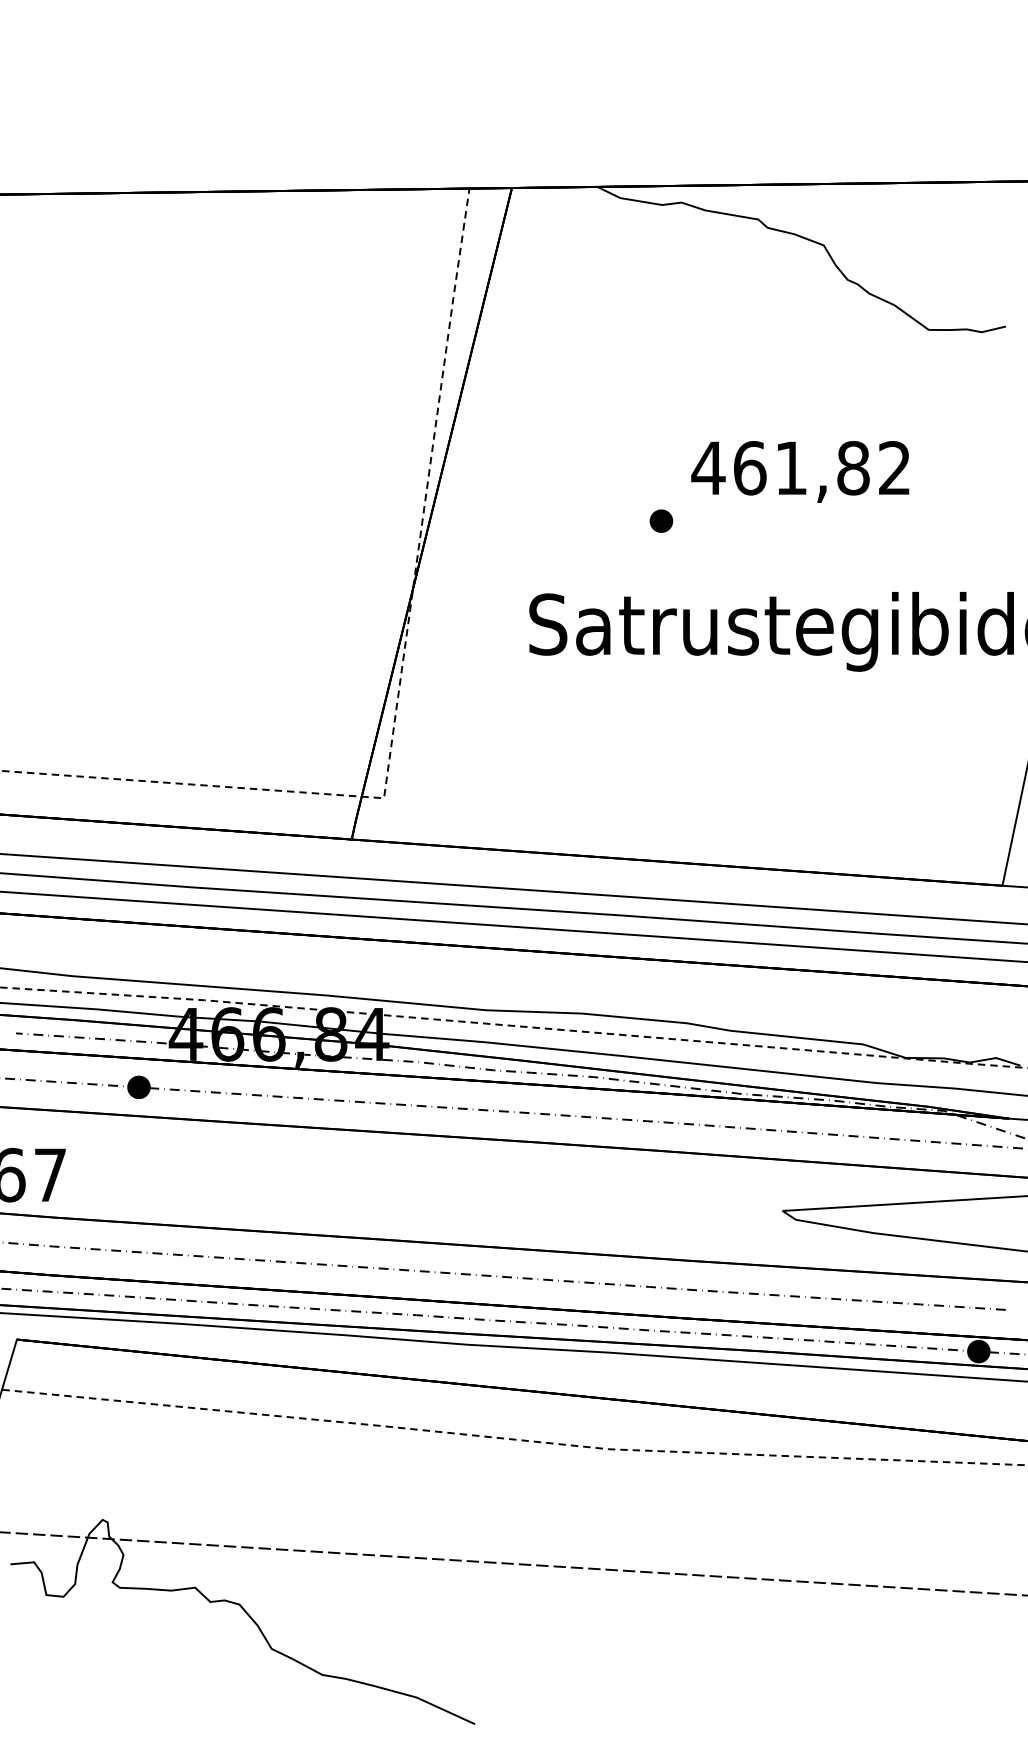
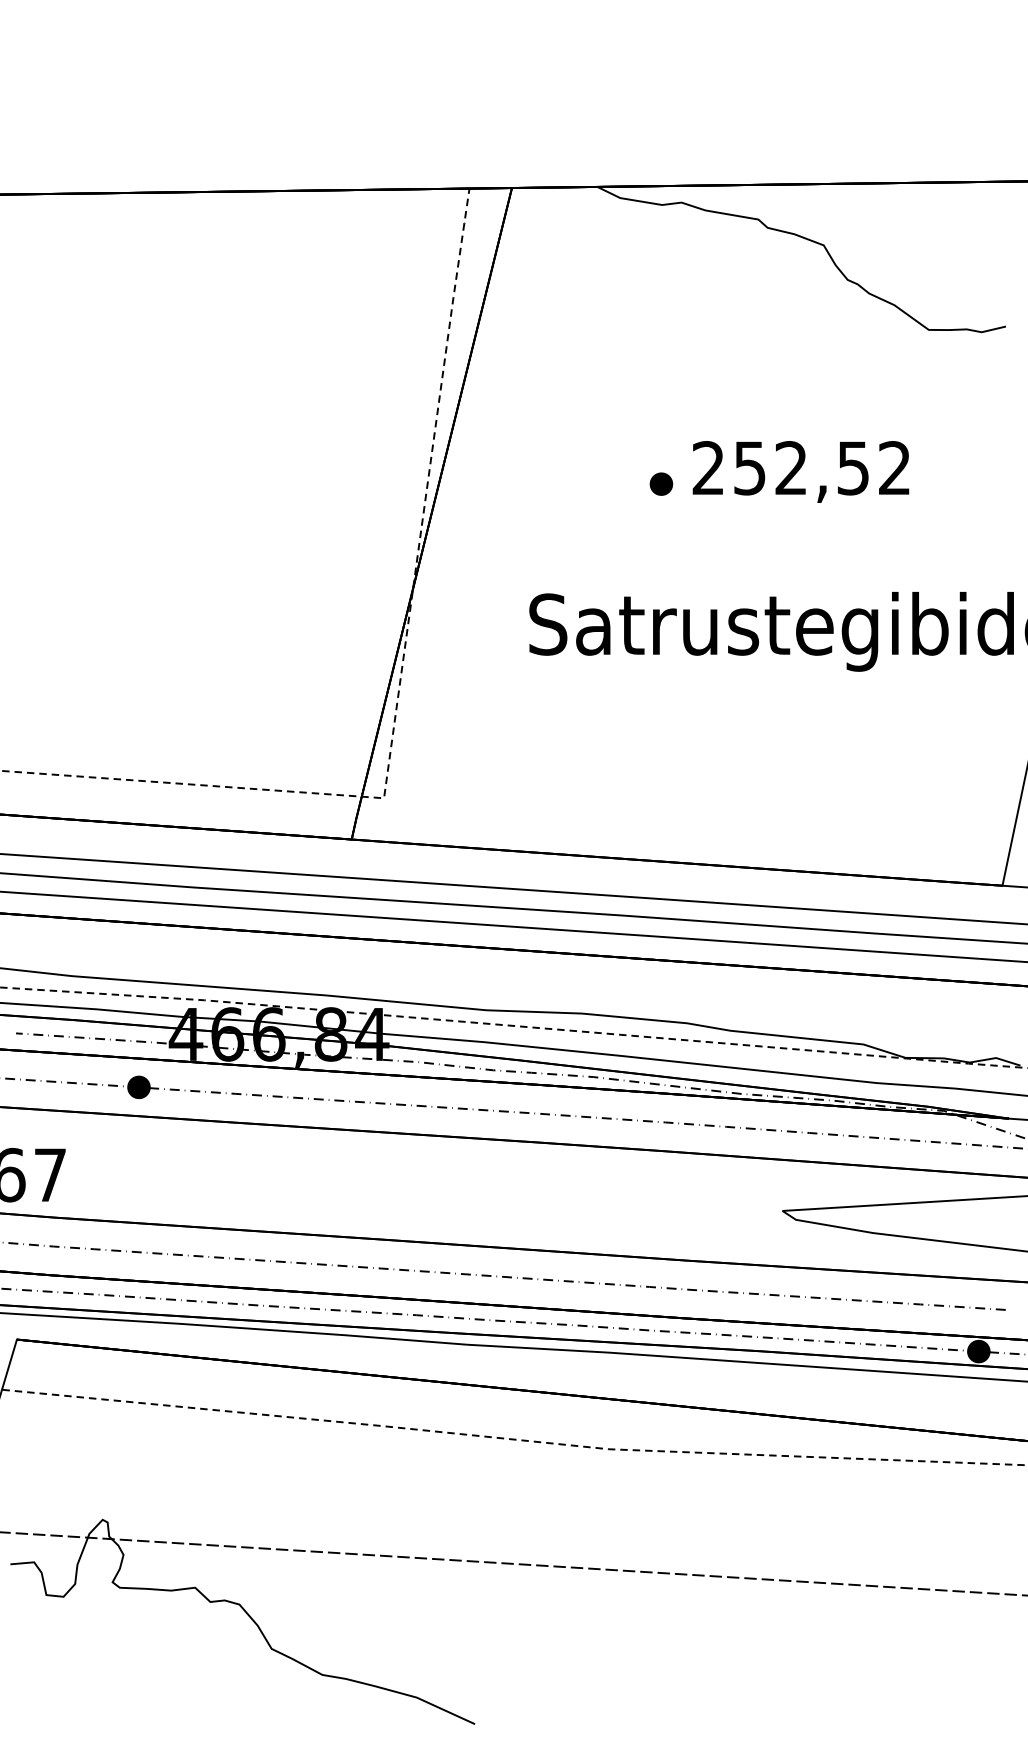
text at (780, 468): 461,82 -> 252,52
part at (661, 520) position: (661, 520) -> (661, 483)
